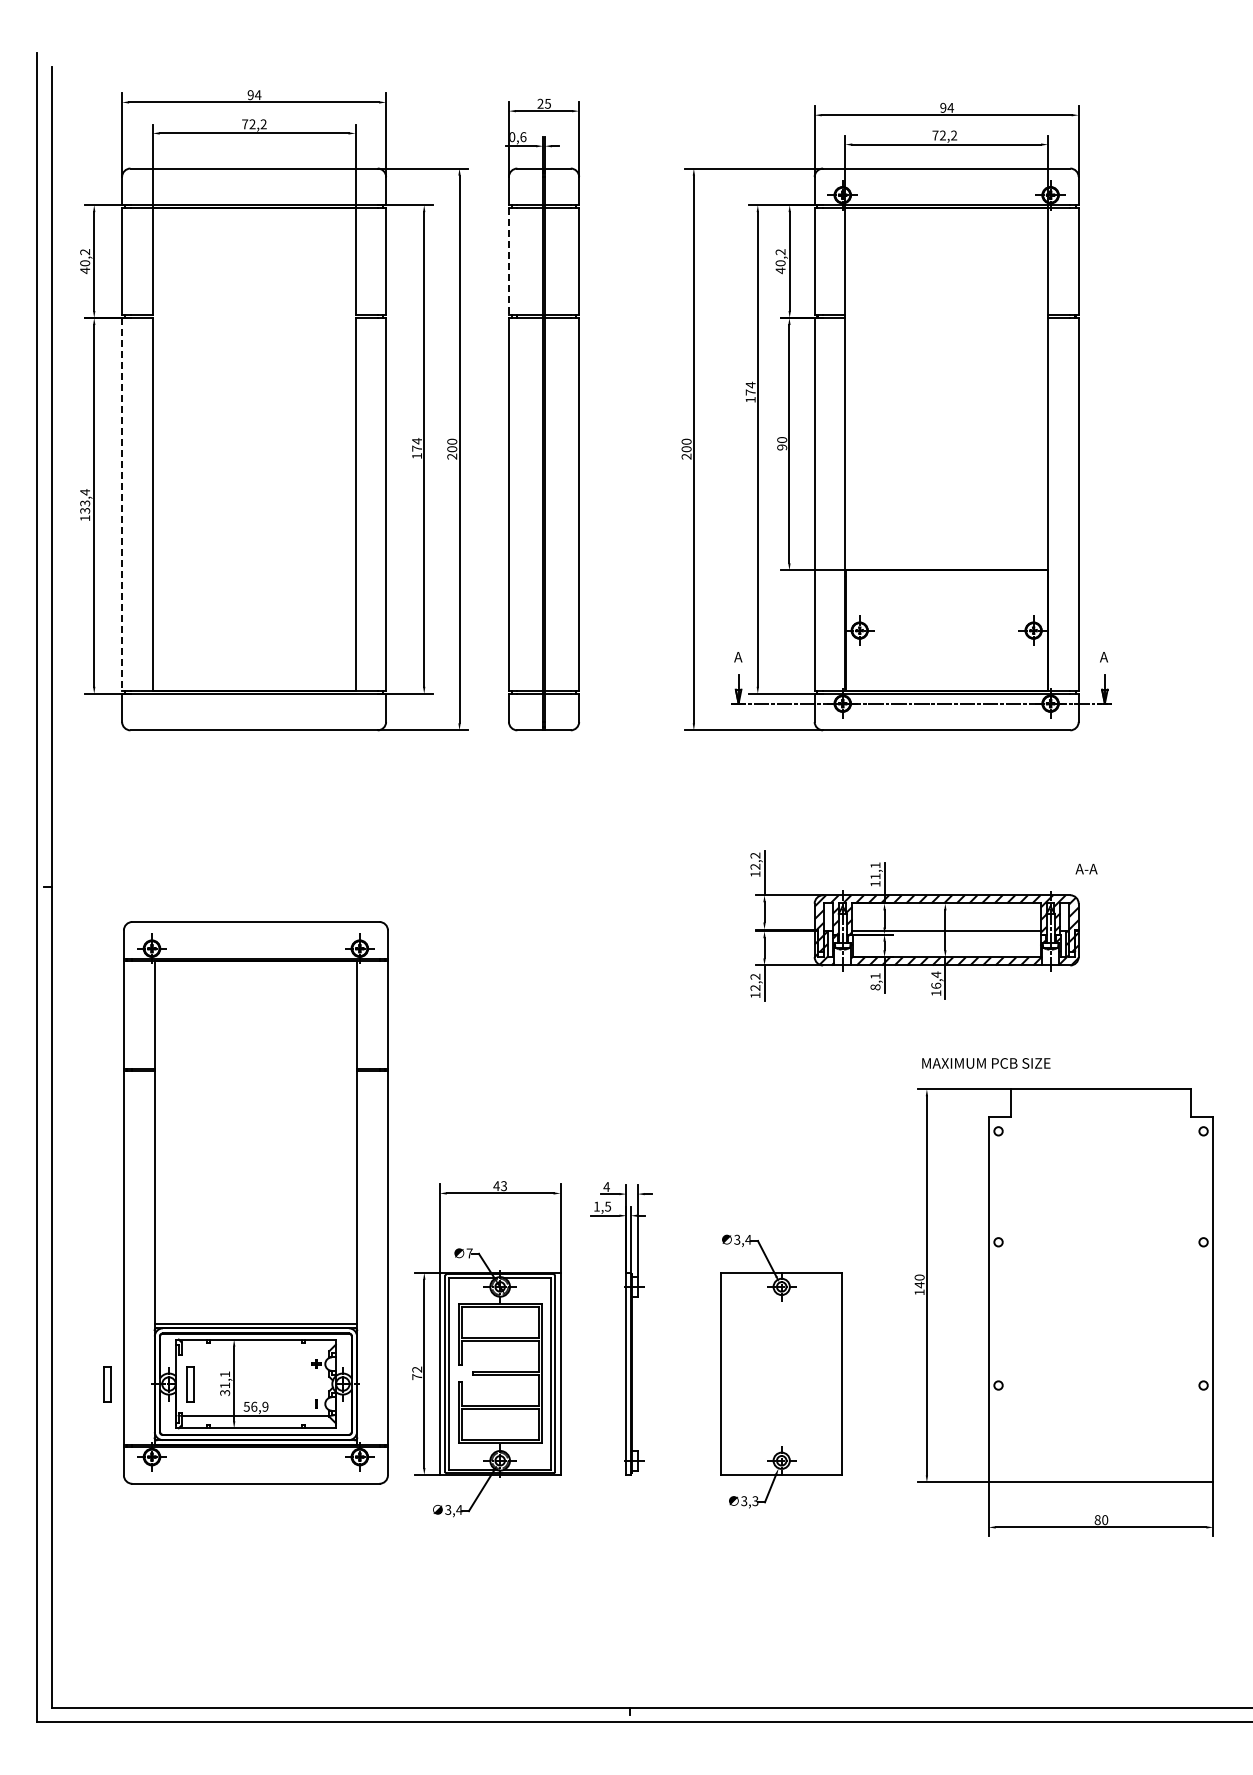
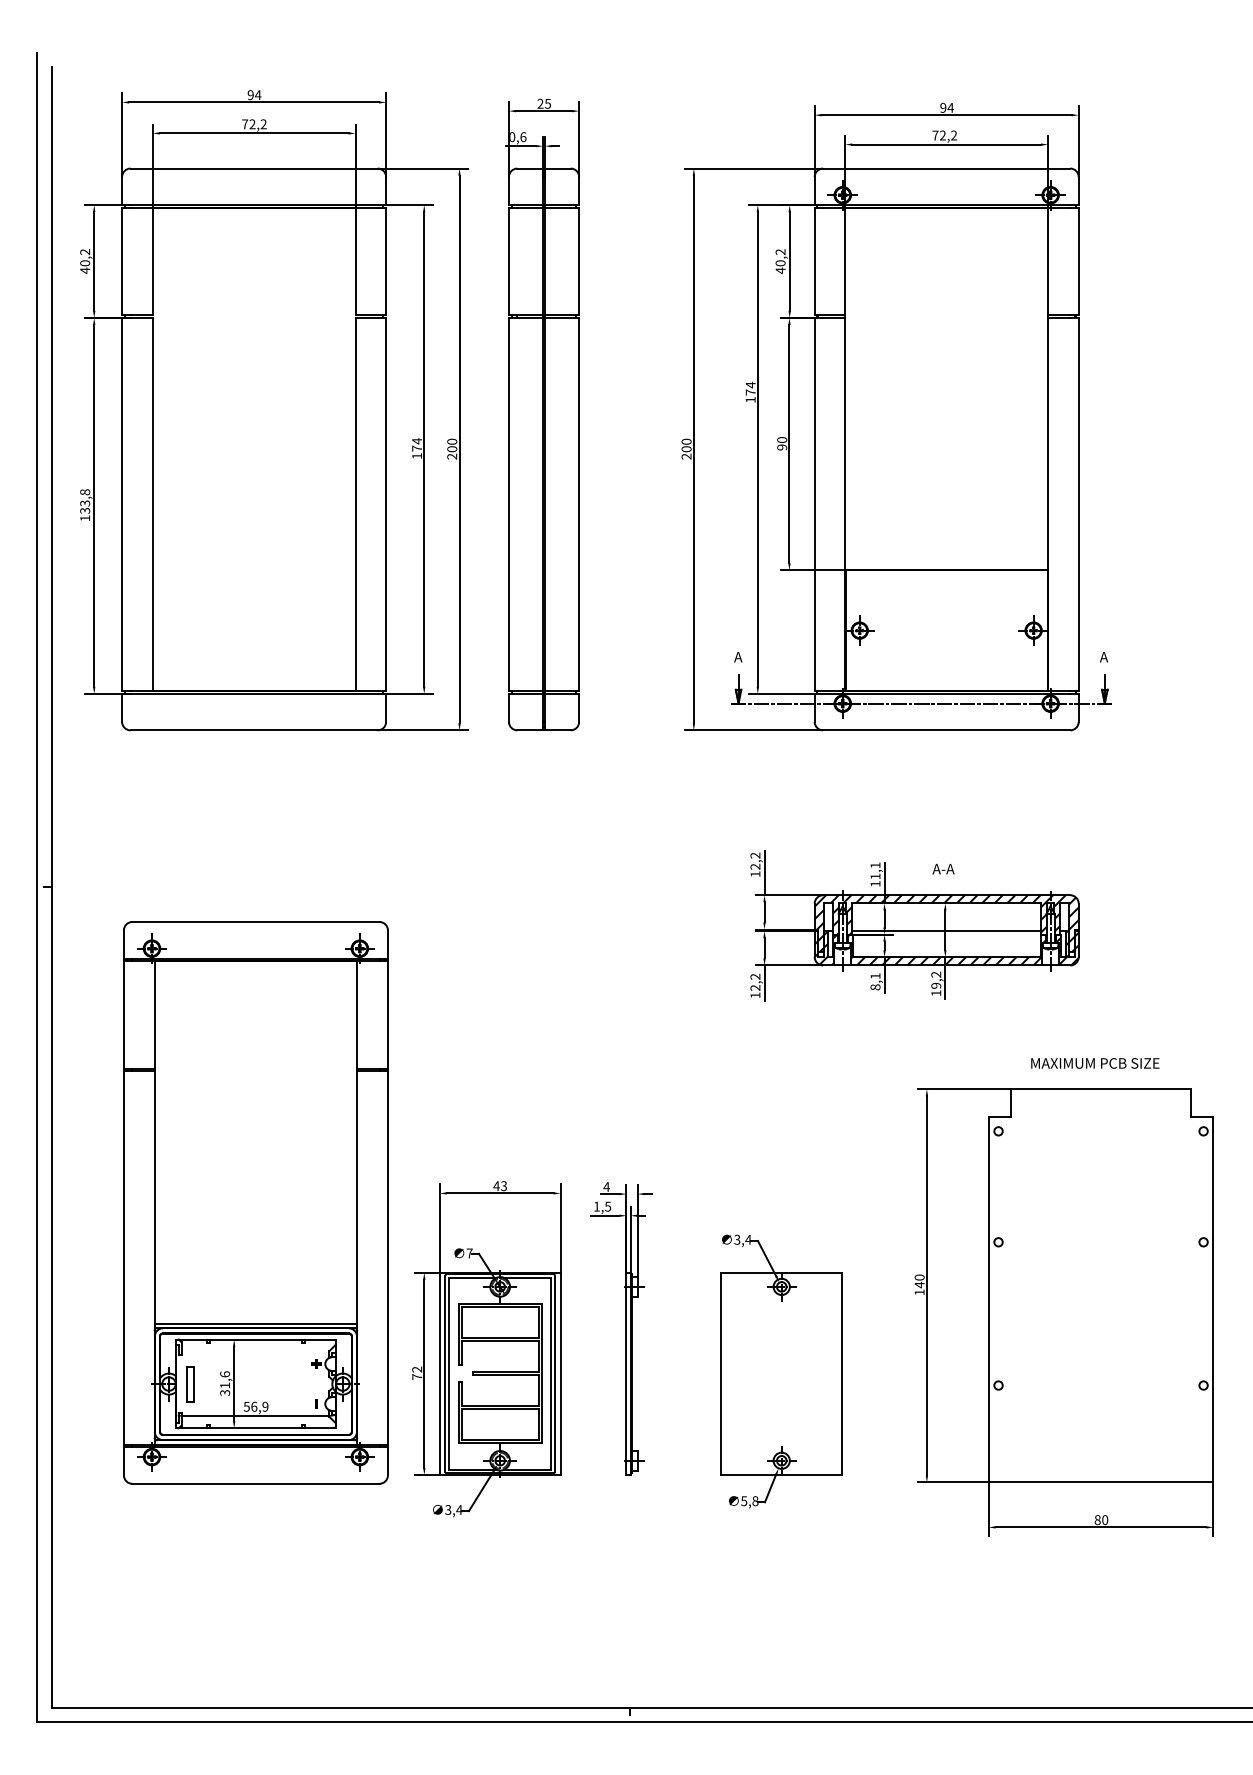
line at (508, 261): dashed -> solid
text at (85, 492): 133,4 -> 133,8
line at (122, 504): dashed -> solid
text at (1086, 868) position: (1086, 868) -> (943, 868)
text at (936, 979): 16,4 -> 19,2
text at (986, 1063) position: (986, 1063) -> (1095, 1063)
text at (225, 1374): 31,1 -> 31,6
part at (107, 1384): present -> none
text at (749, 1500): 3,3 -> 5,8
